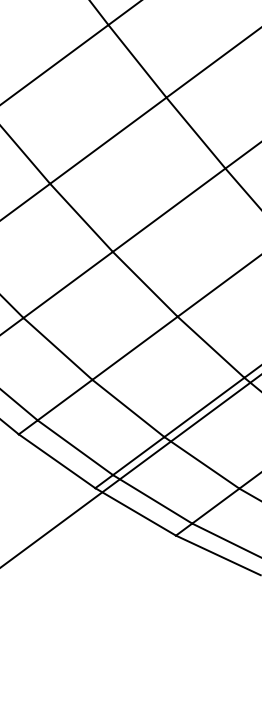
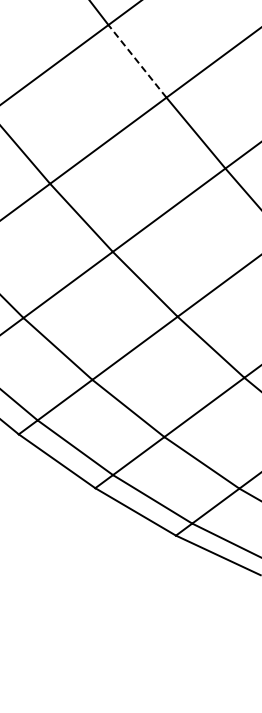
line at (137, 60): solid -> dashed
line at (130, 471): present -> none
